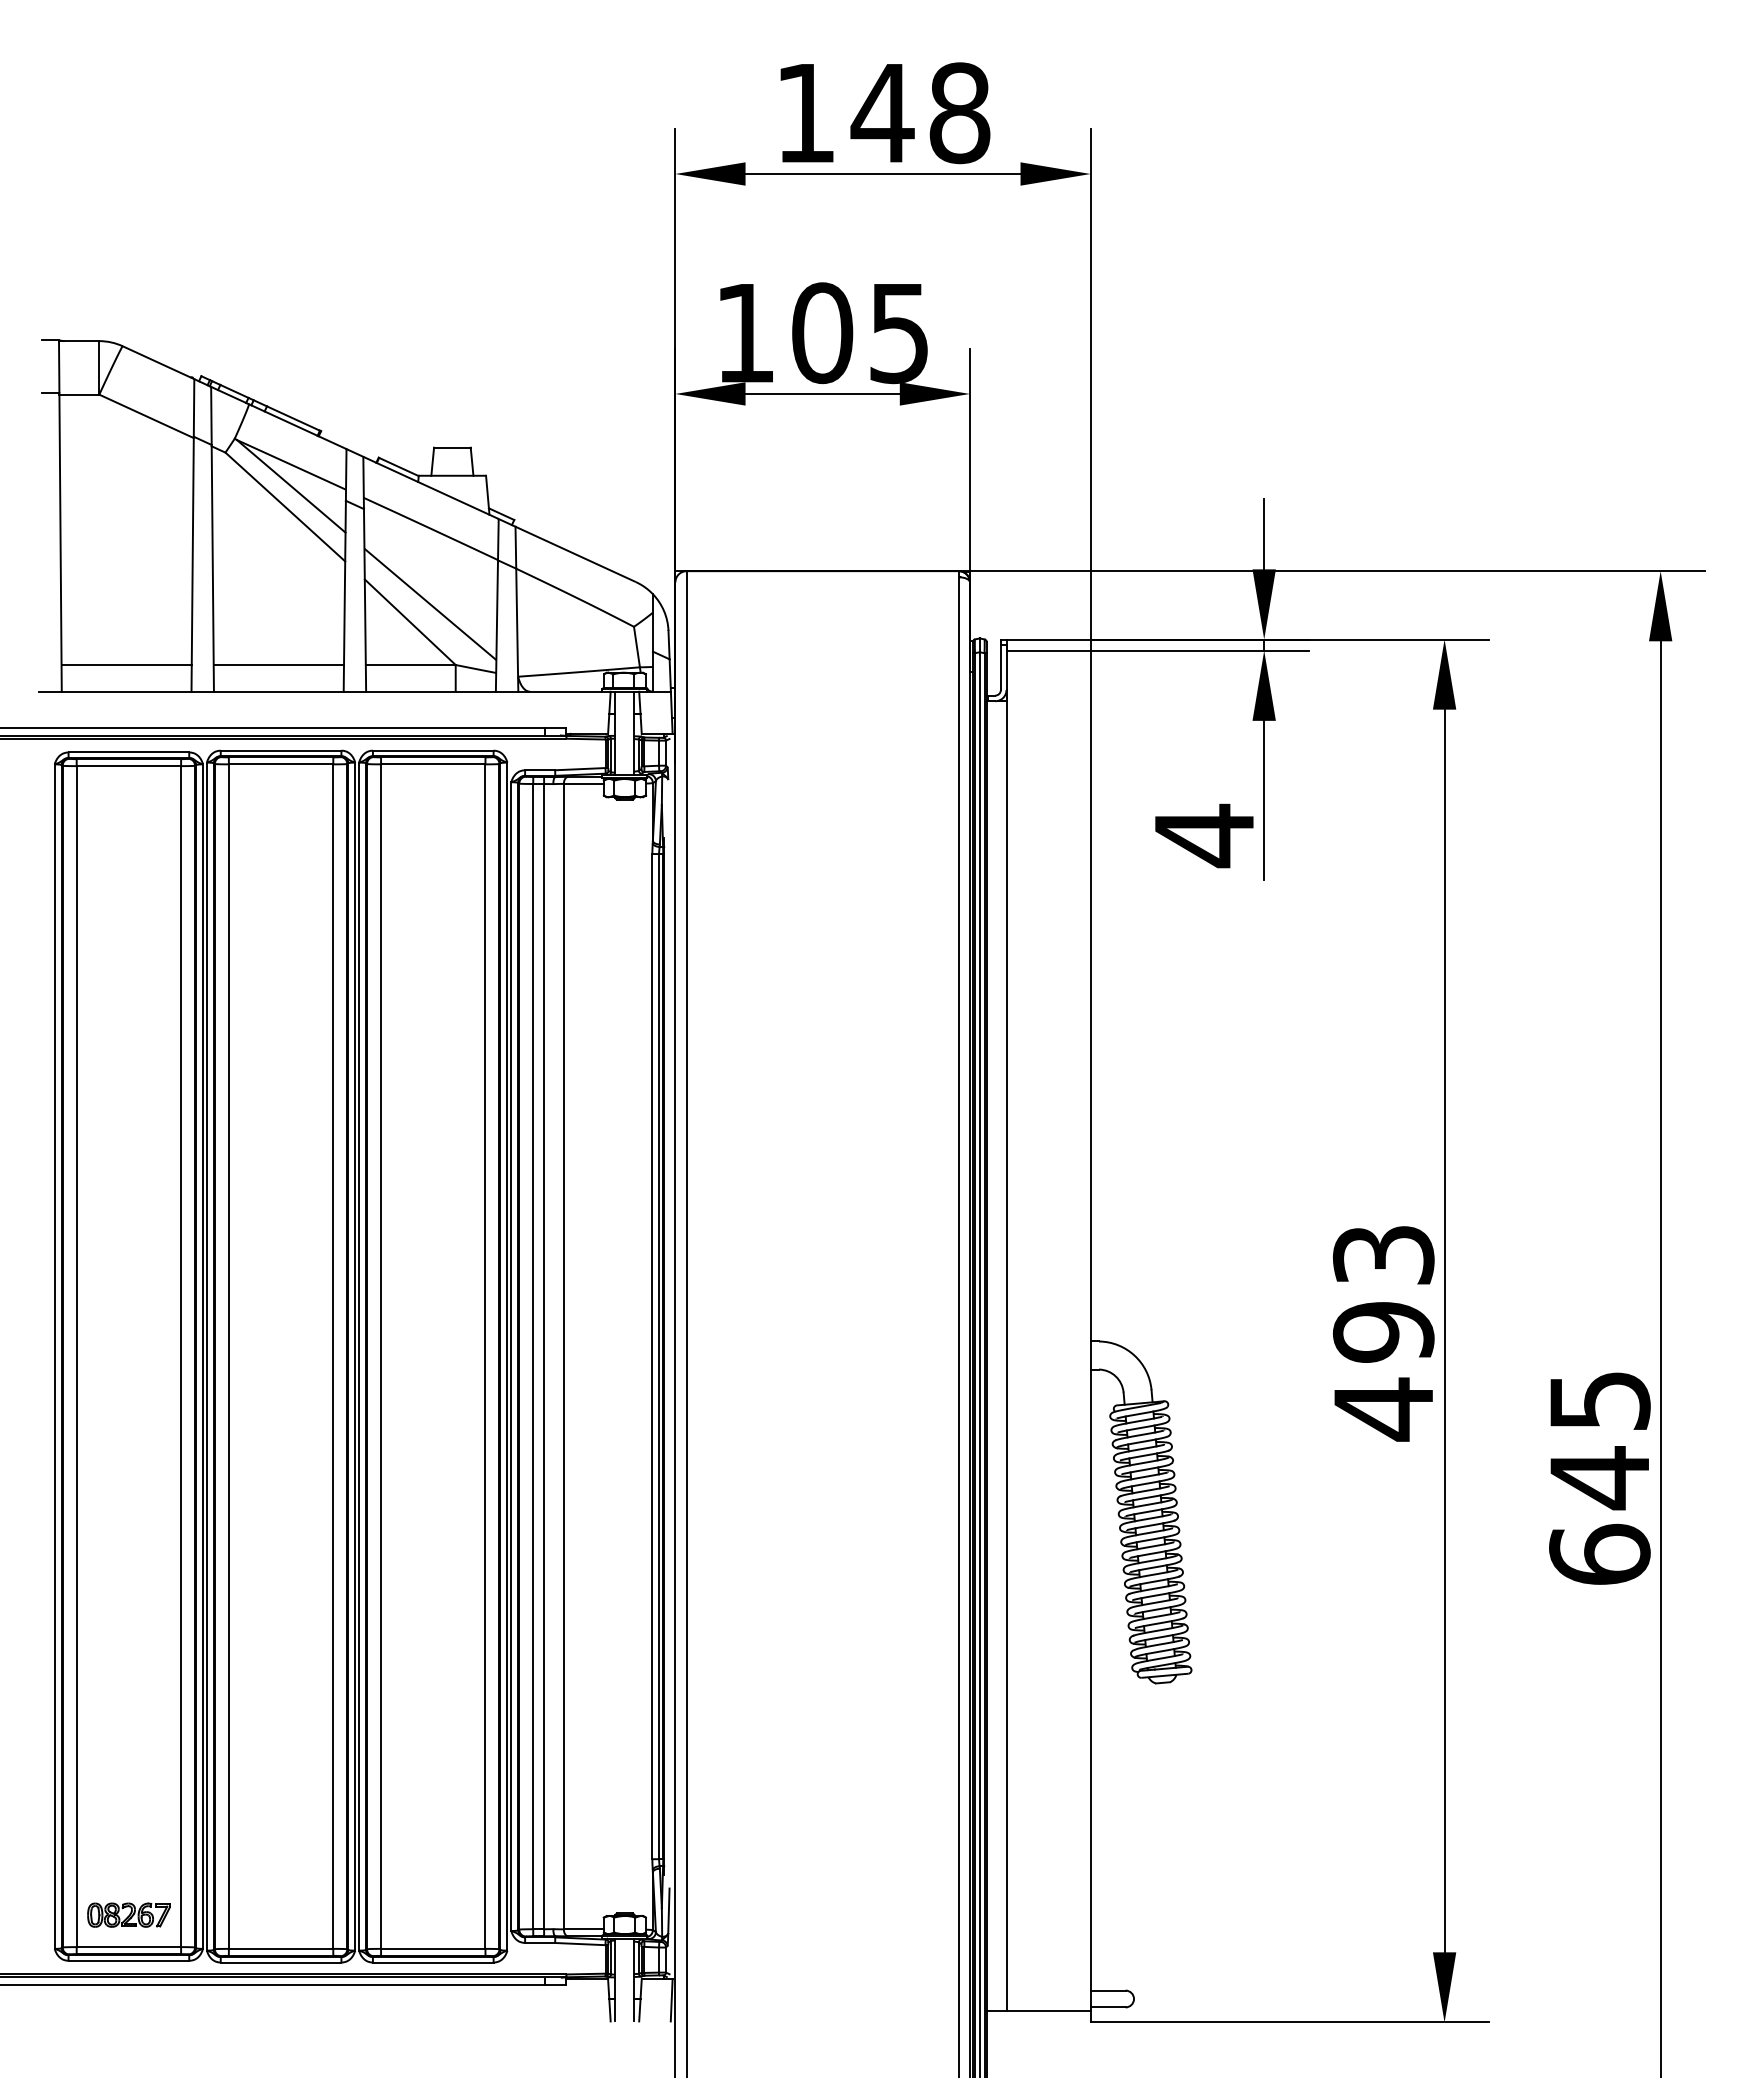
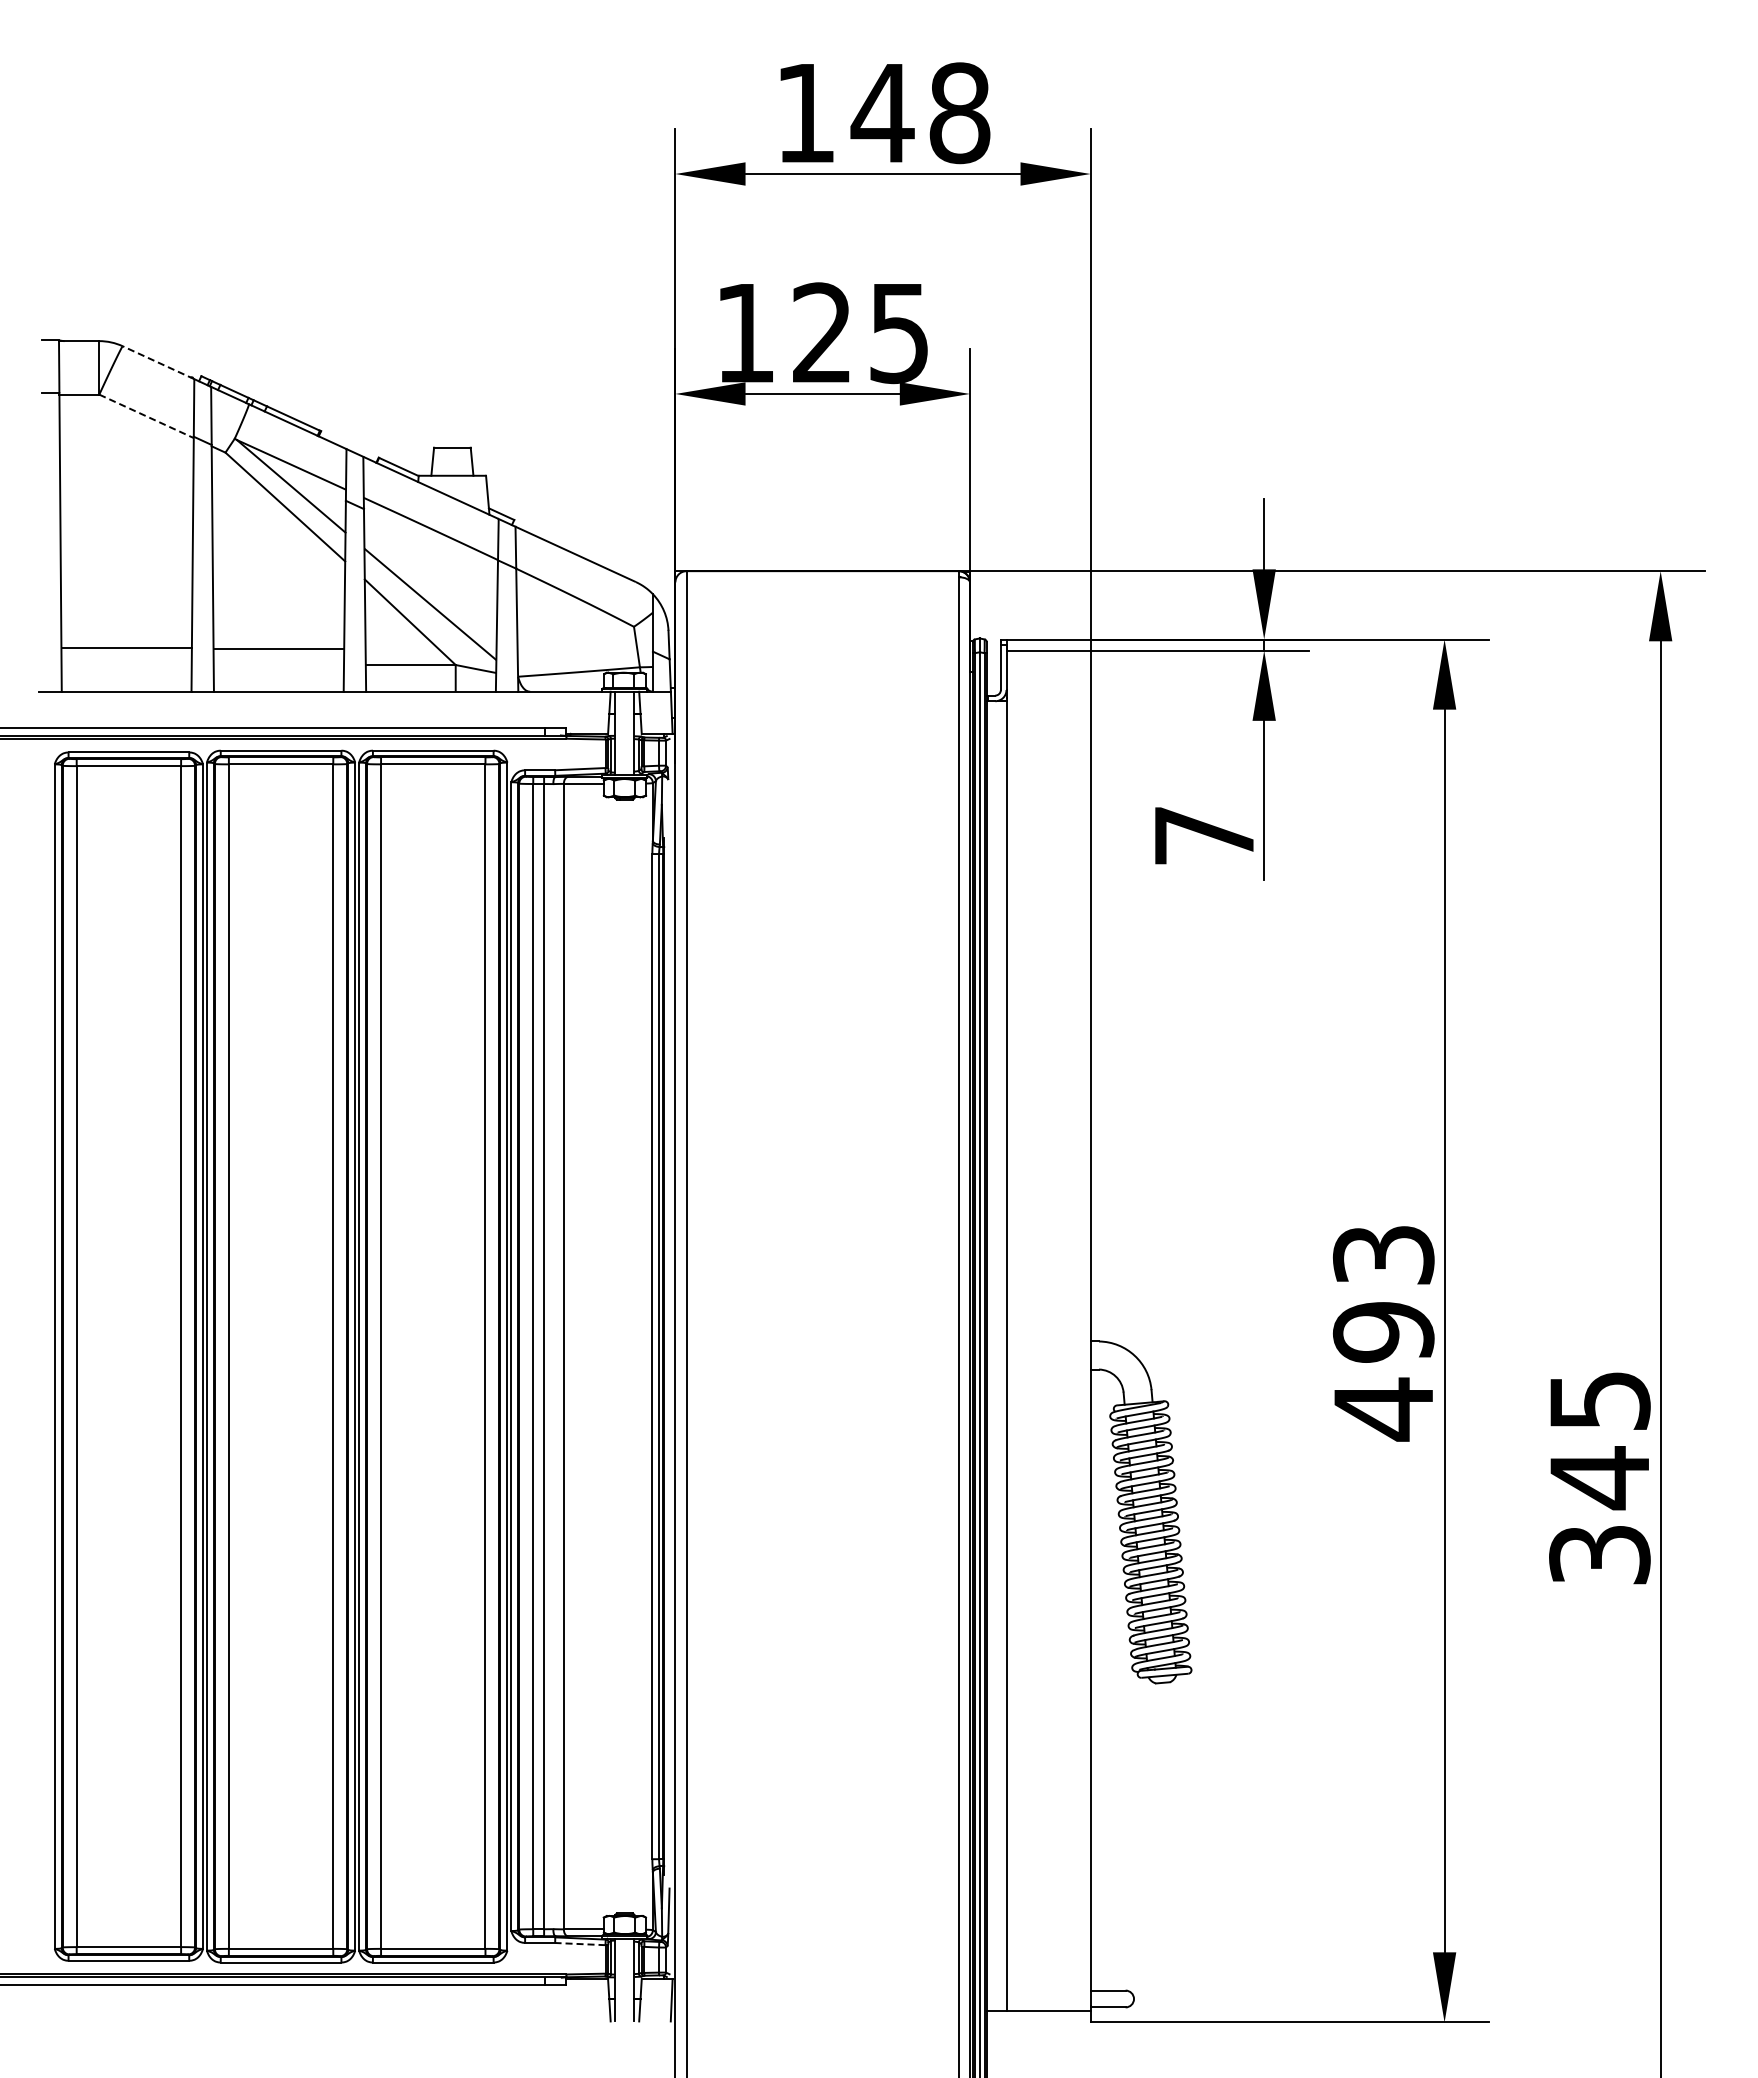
text at (822, 333): 105 -> 125
line at (158, 362): solid -> dashed
line at (146, 416): solid -> dashed
line at (126, 665) position: (126, 665) -> (126, 648)
line at (278, 665) position: (278, 665) -> (278, 649)
text at (1204, 835): 4 -> 7
text at (1599, 1553): 645 -> 345
part at (128, 1914): present -> none
line at (579, 1944): solid -> dashed
